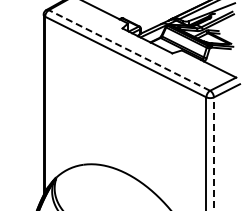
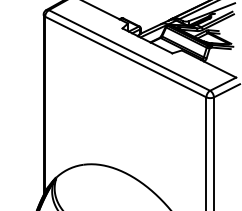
line at (129, 50): dashed -> solid
line at (213, 153): dashed -> solid
